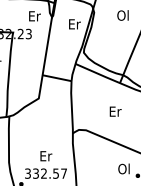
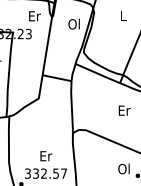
text at (122, 15): Ol -> L
text at (74, 23): Er -> Ol
text at (115, 111) position: (115, 111) -> (124, 110)
